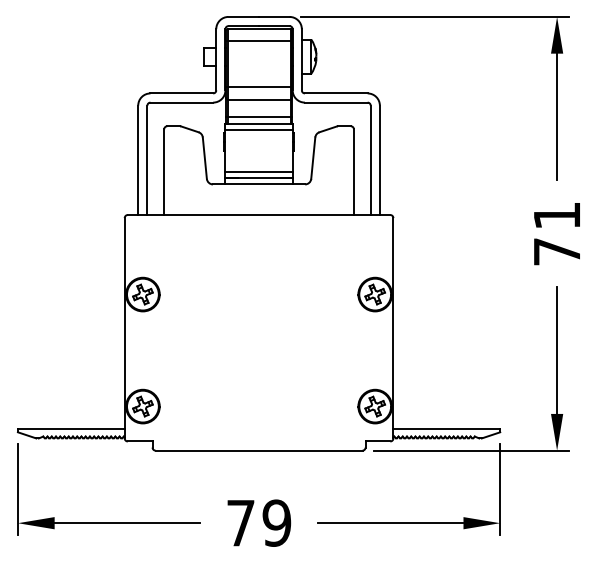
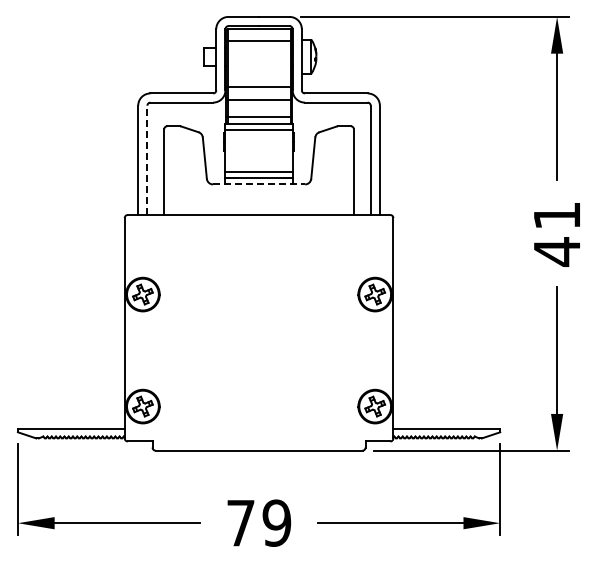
line at (147, 160): solid -> dashed
line at (259, 184): solid -> dashed
text at (556, 251): 71 -> 41
